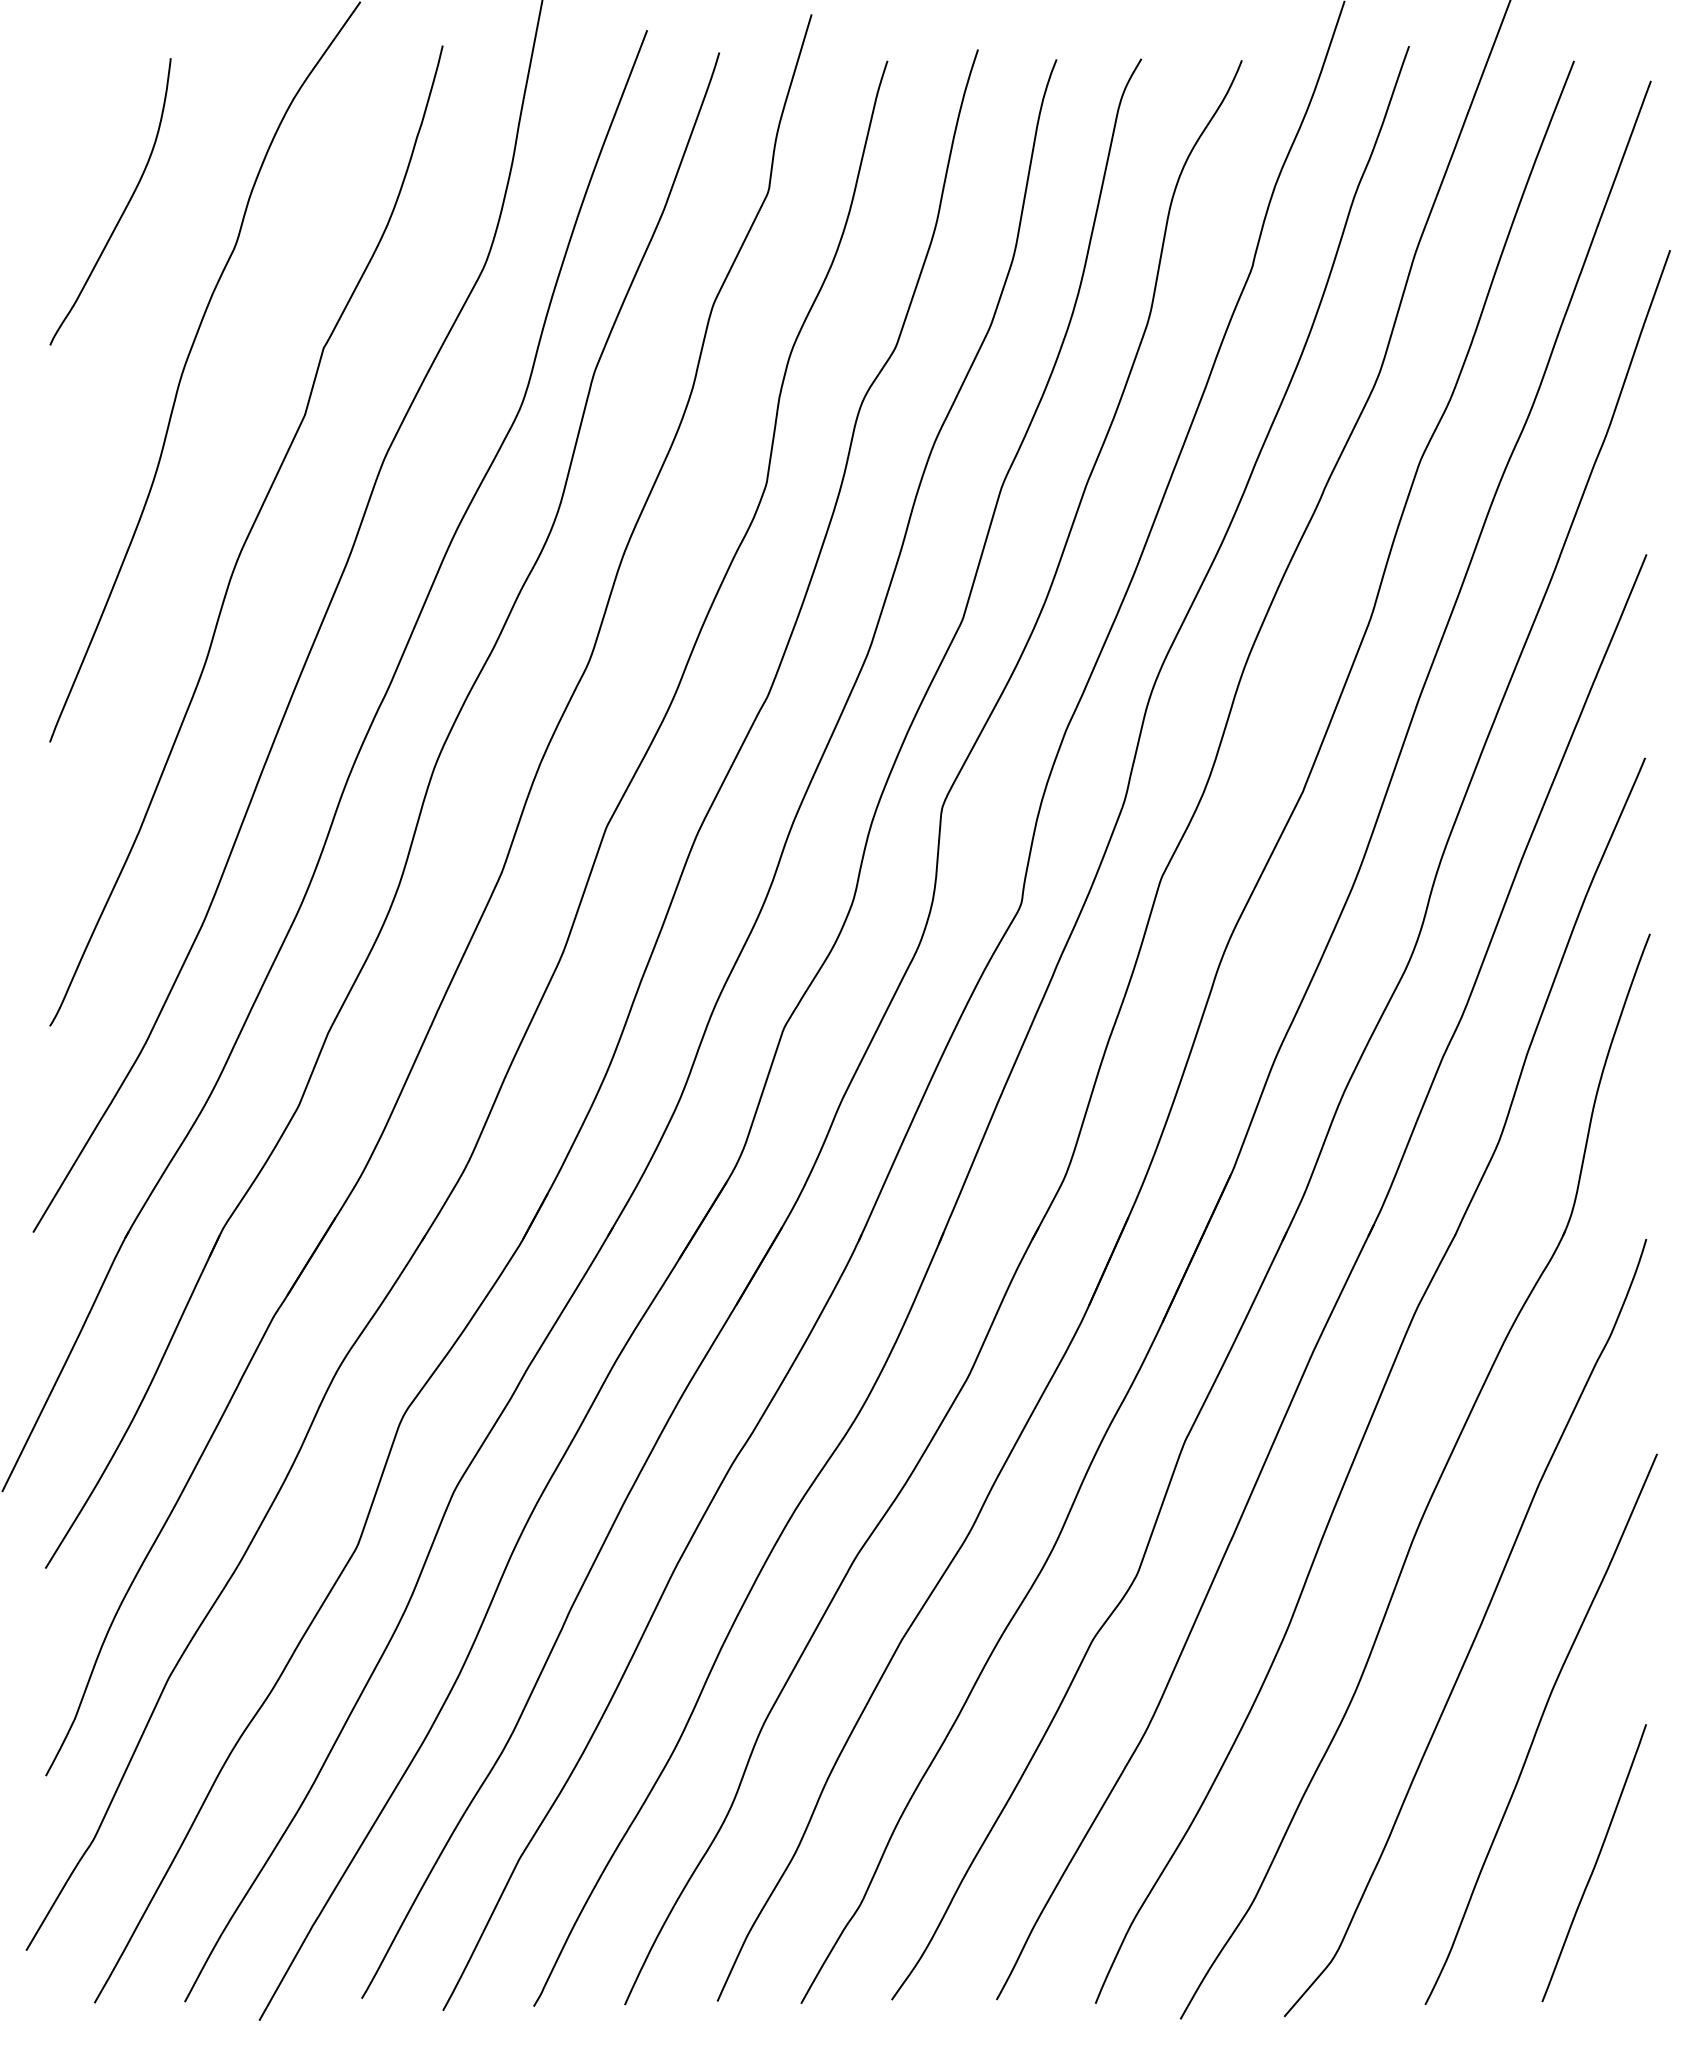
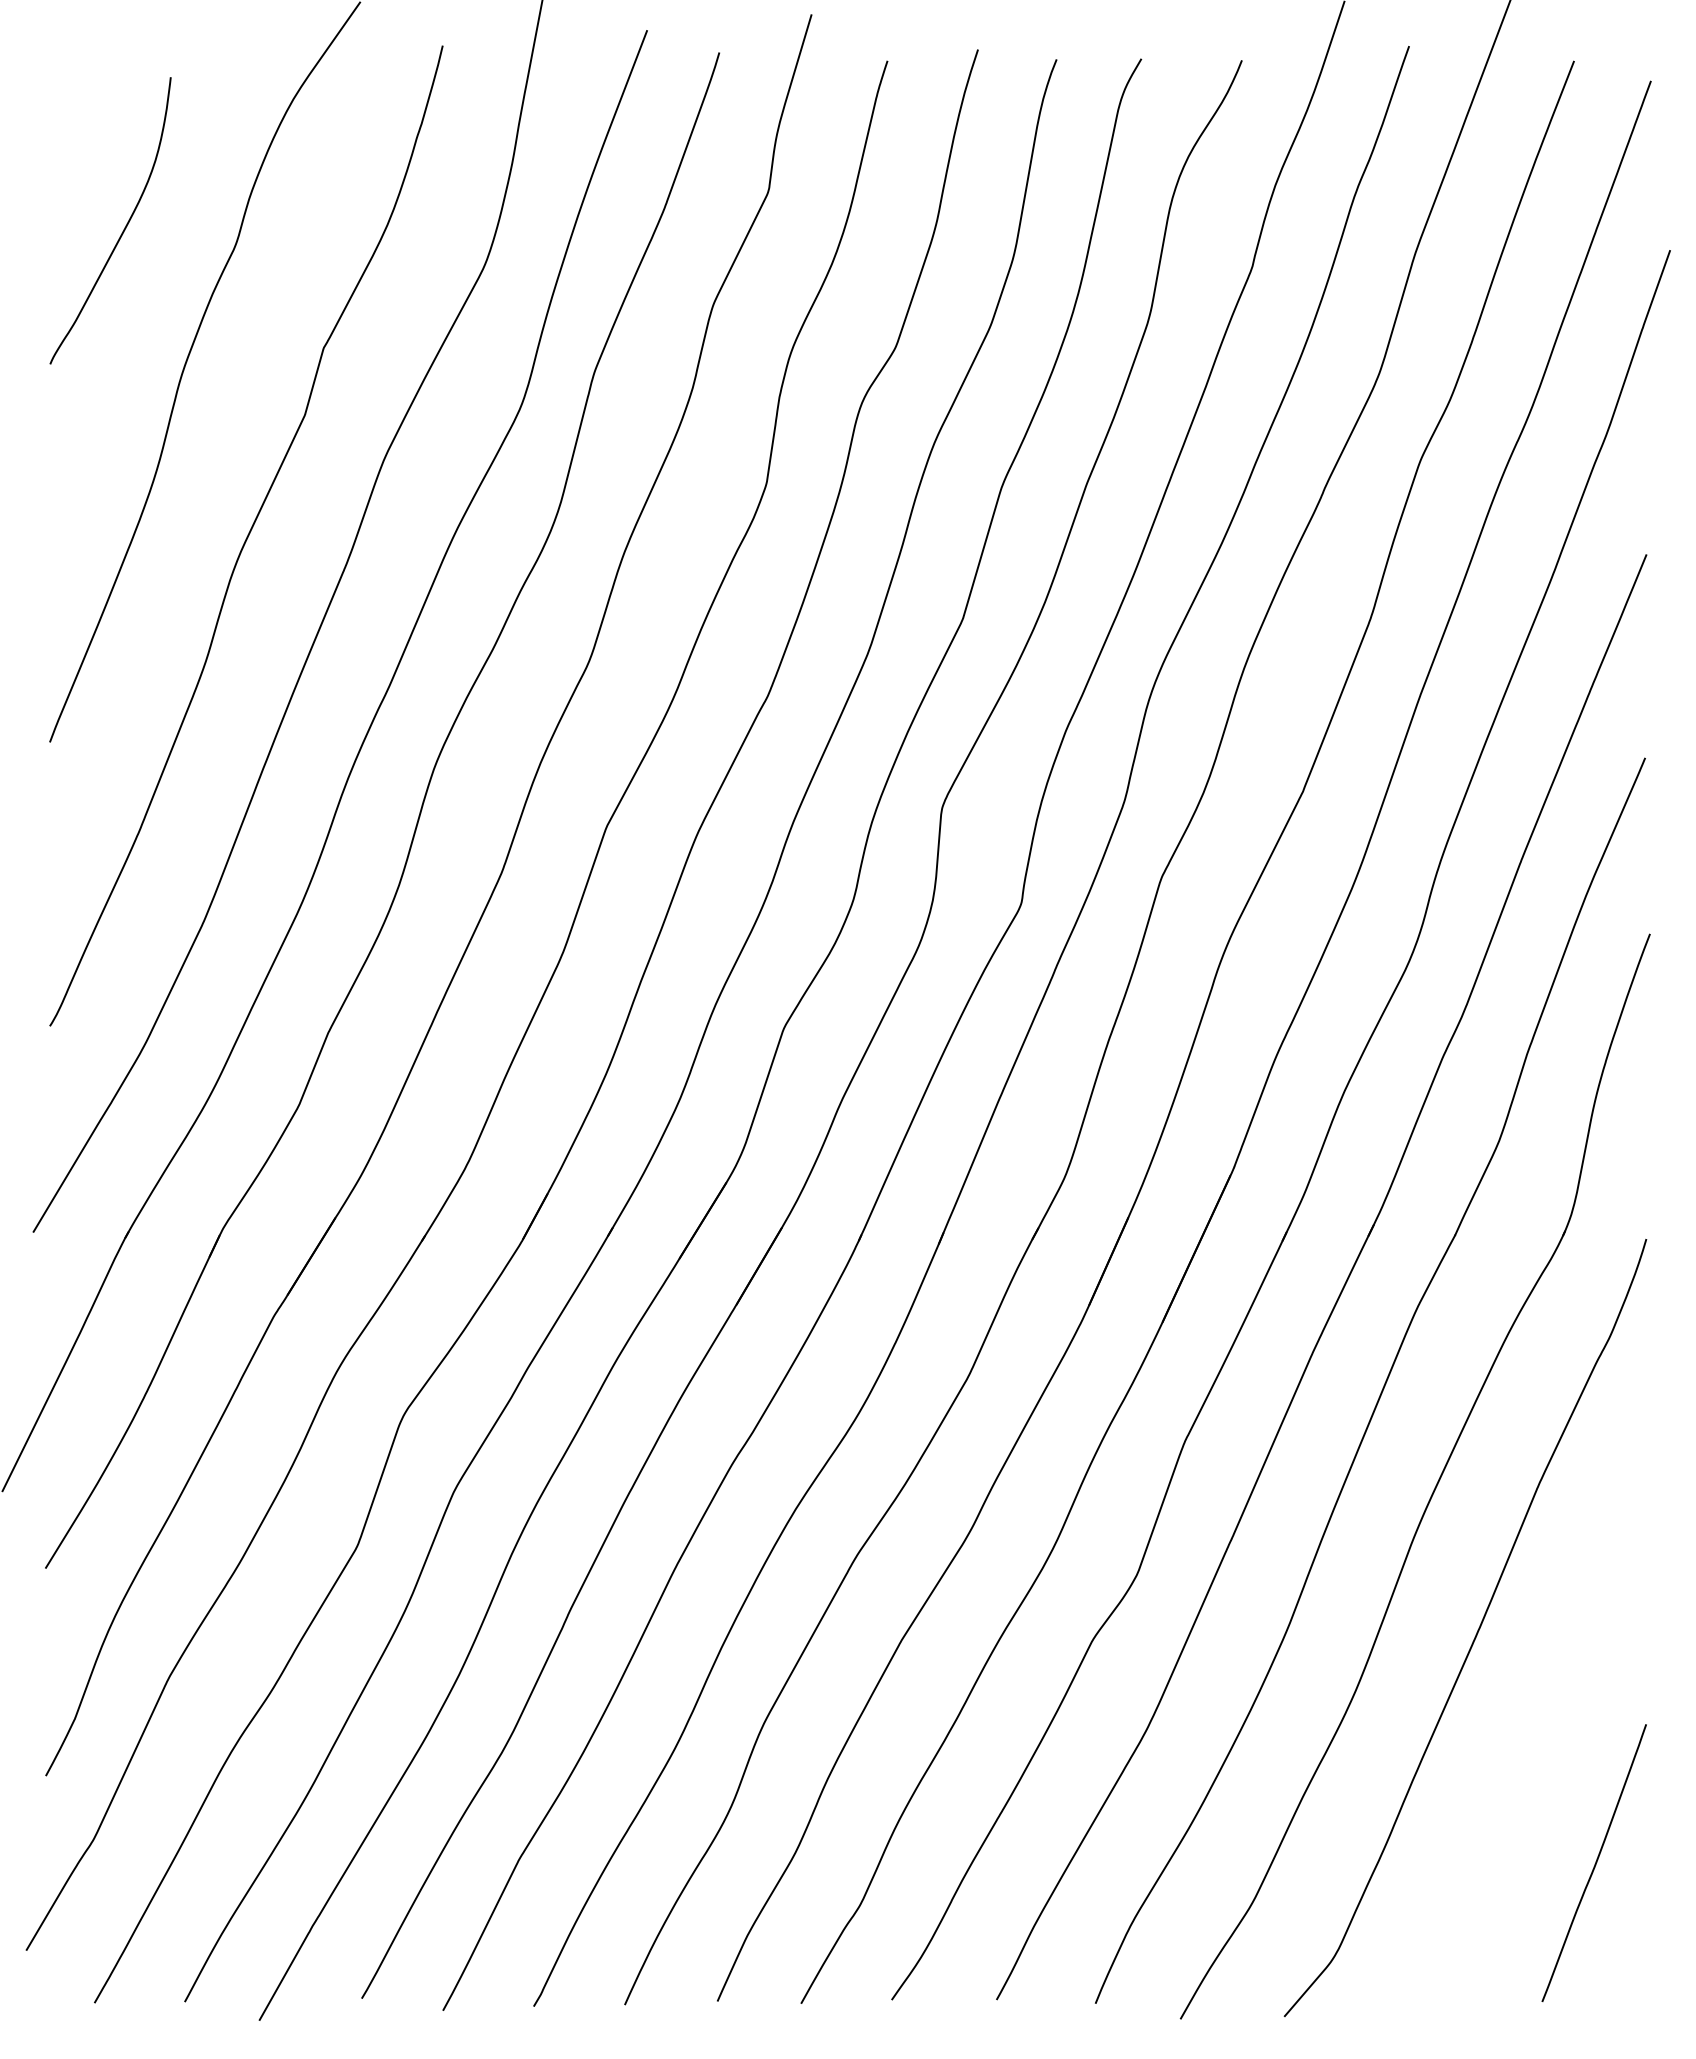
curve at (124, 208) position: (124, 208) -> (124, 227)
curve at (1538, 1728): present -> none
